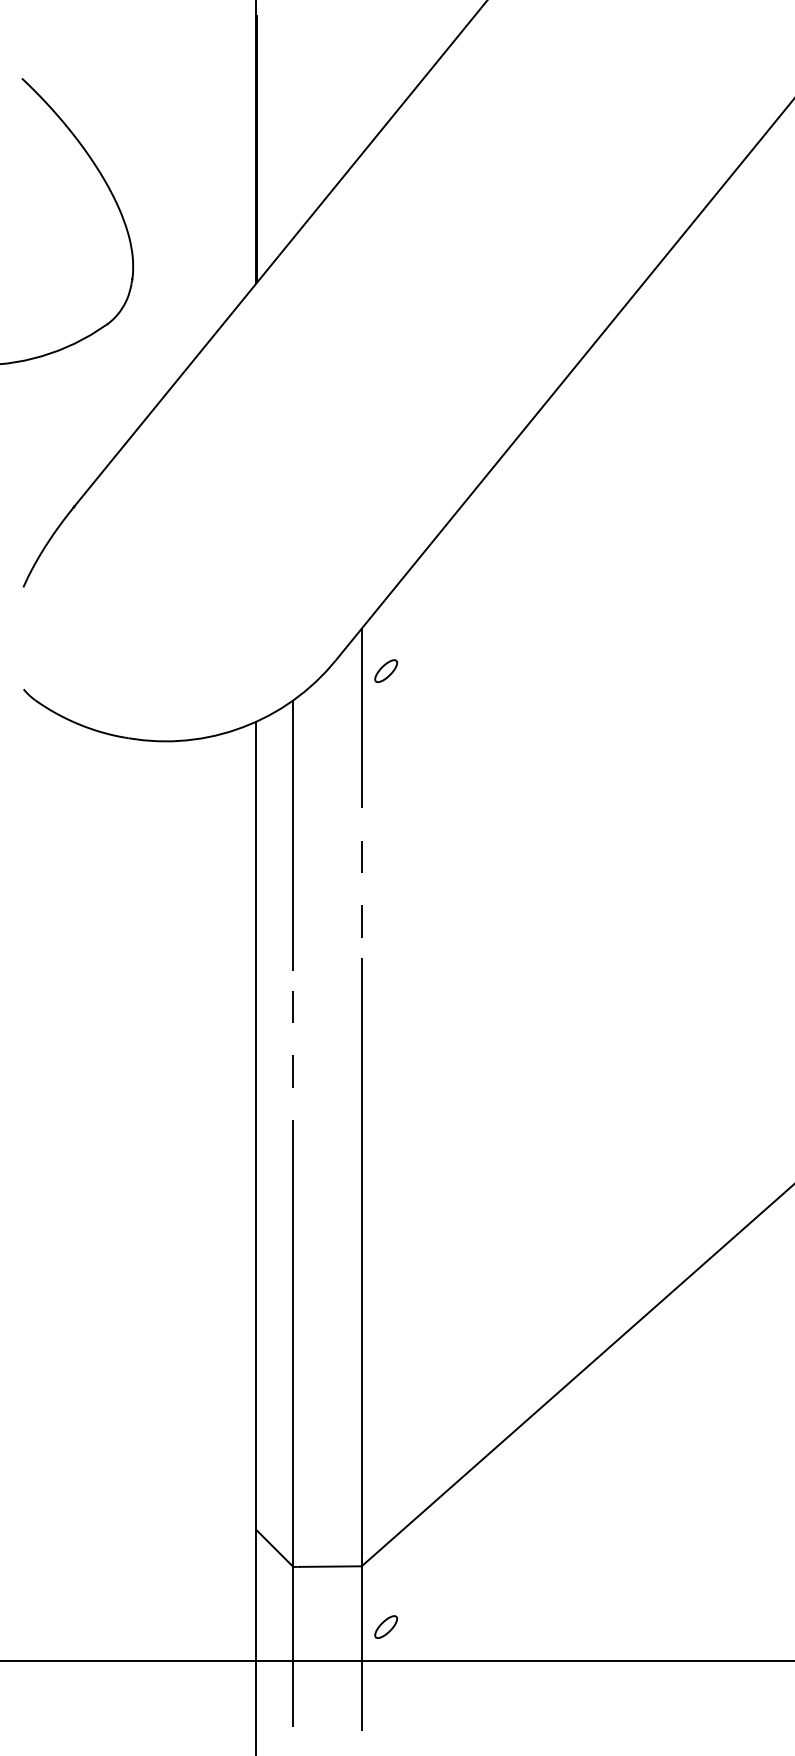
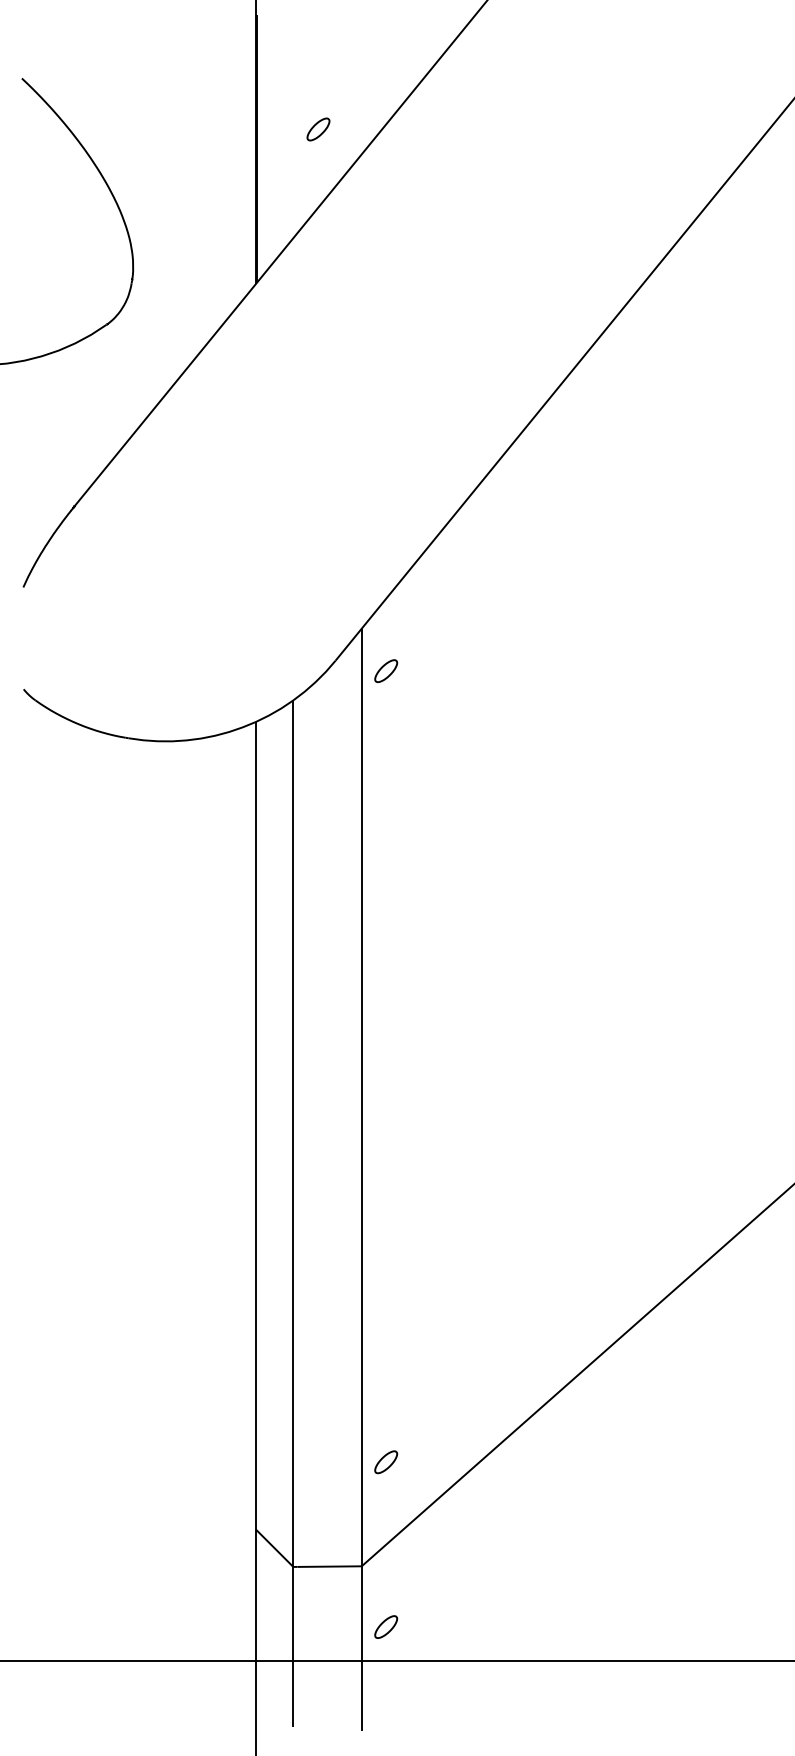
part at (318, 129): none -> present
line at (361, 866): dashed -> solid
line at (293, 1061): dashed -> solid
part at (386, 1462): none -> present
